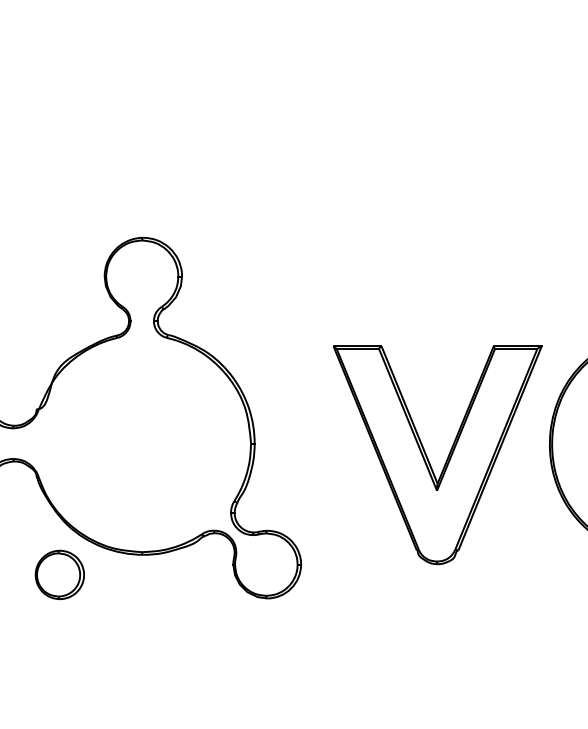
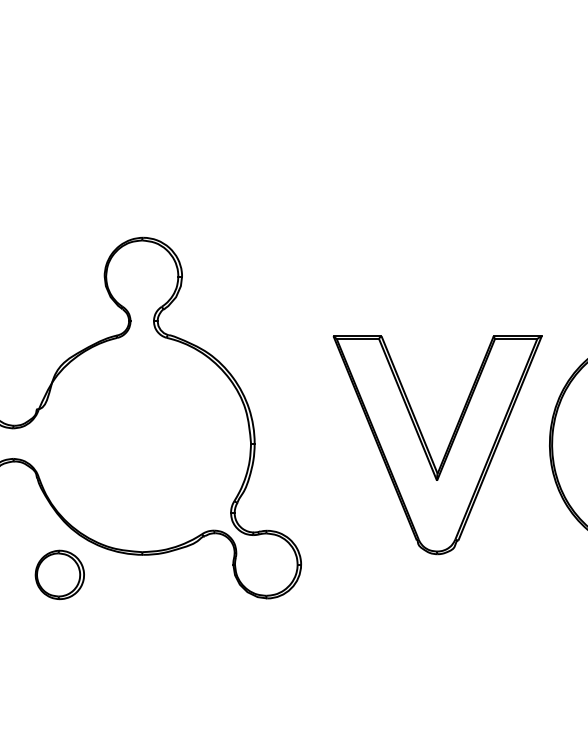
part at (429, 460) position: (429, 460) -> (429, 450)
